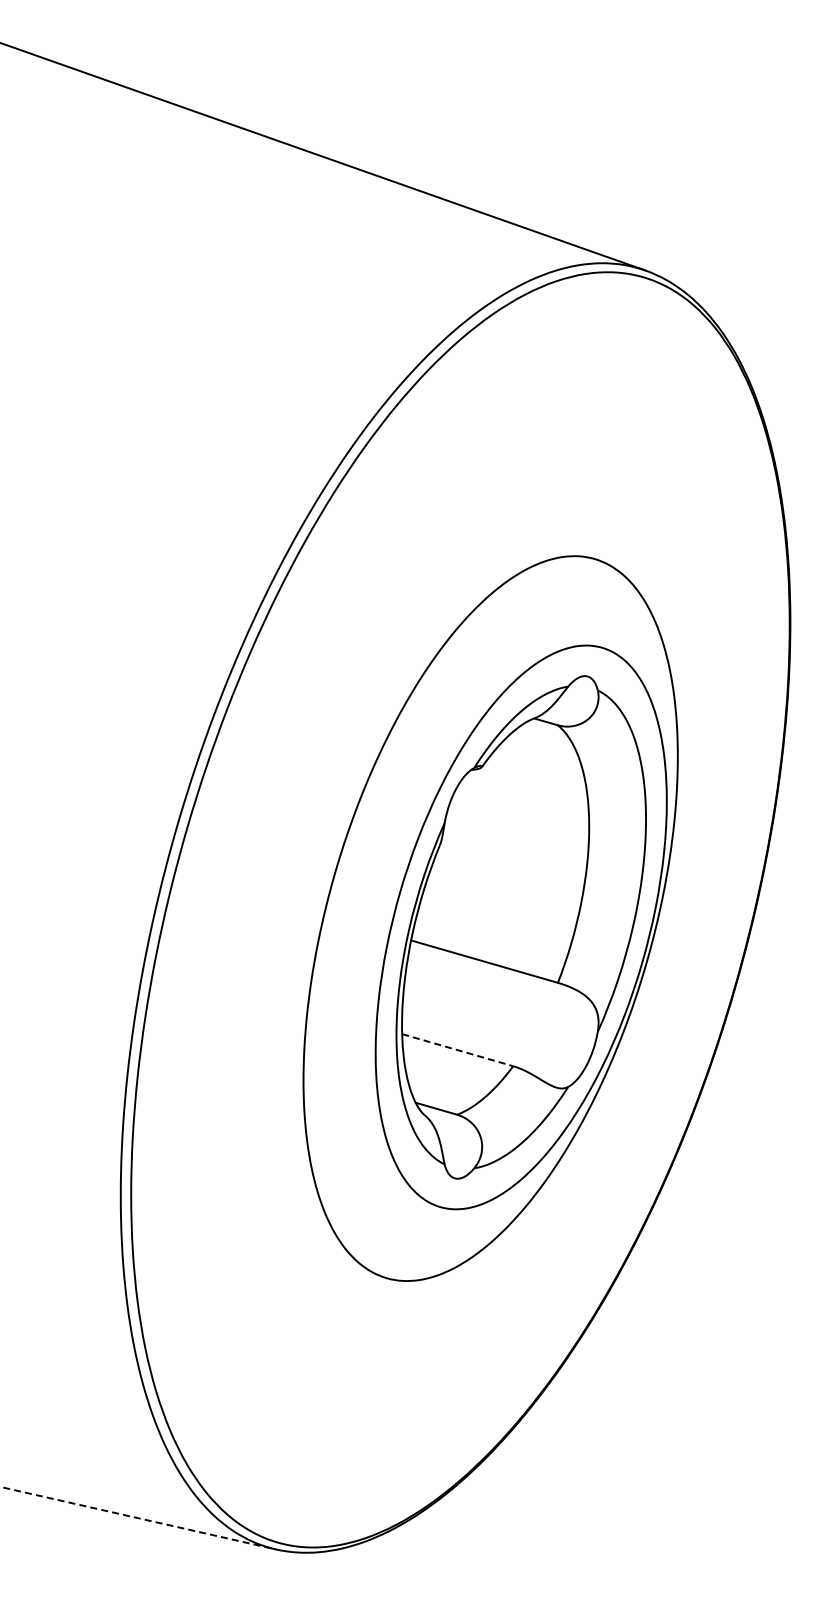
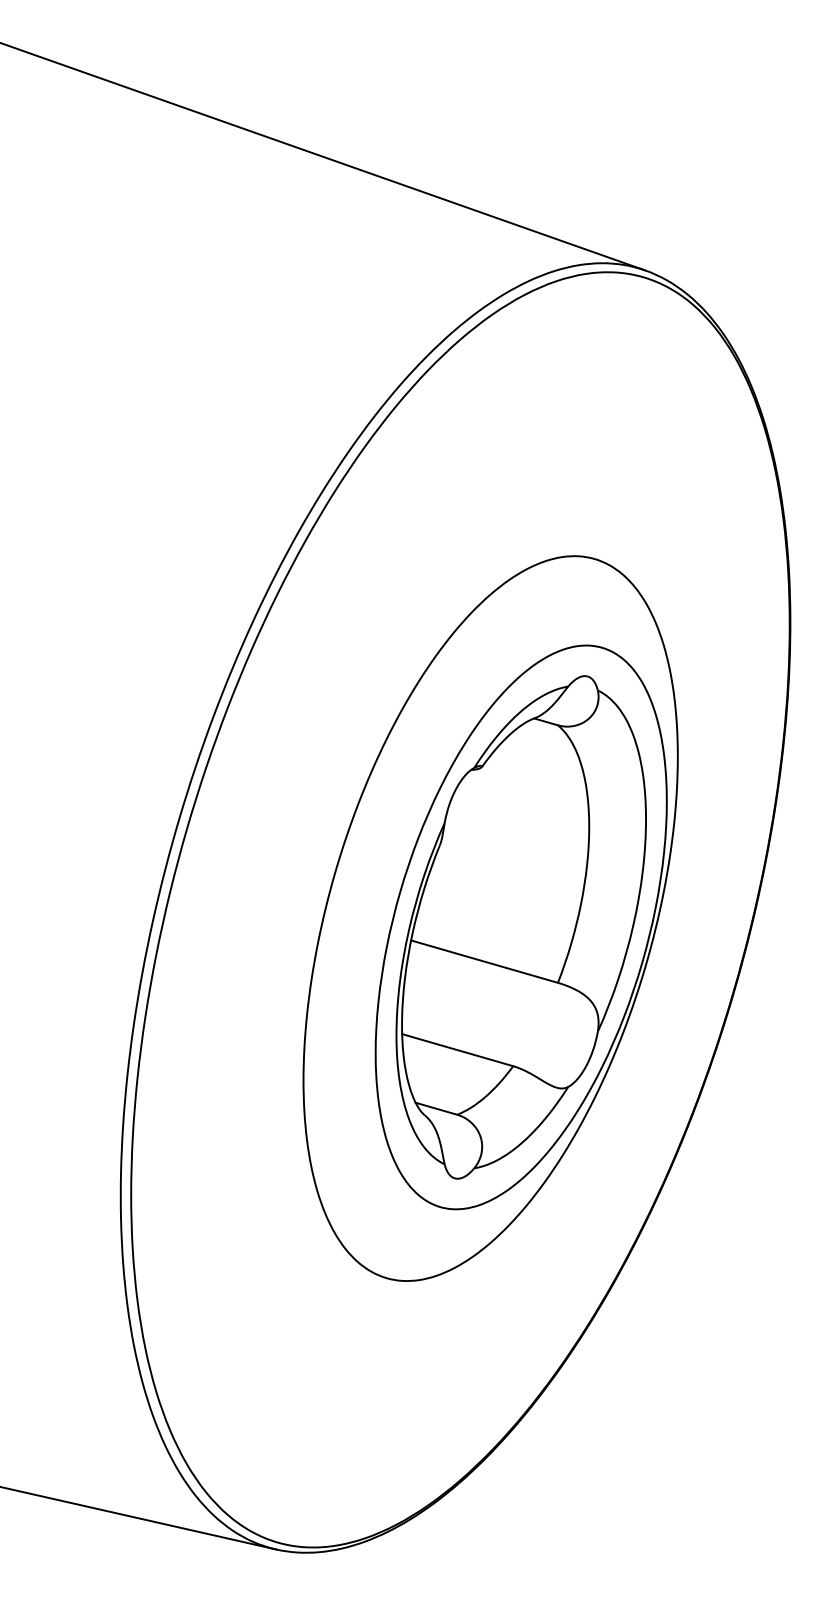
line at (457, 1050): dashed -> solid
line at (138, 1518): dashed -> solid
